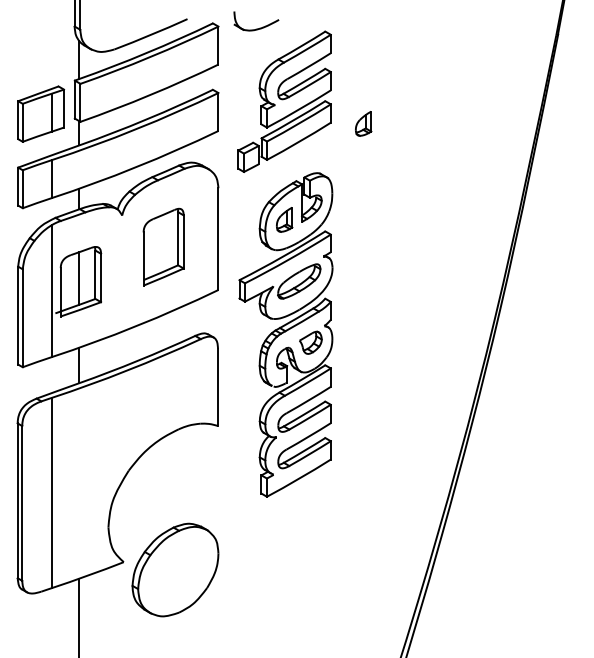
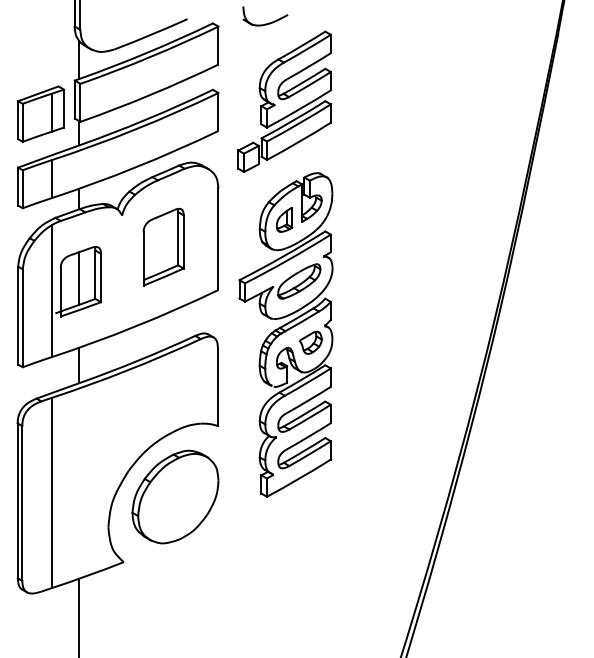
part at (259, 27) position: (259, 27) -> (268, 22)
part at (363, 123): present -> none
part at (175, 569) position: (175, 569) -> (175, 496)
